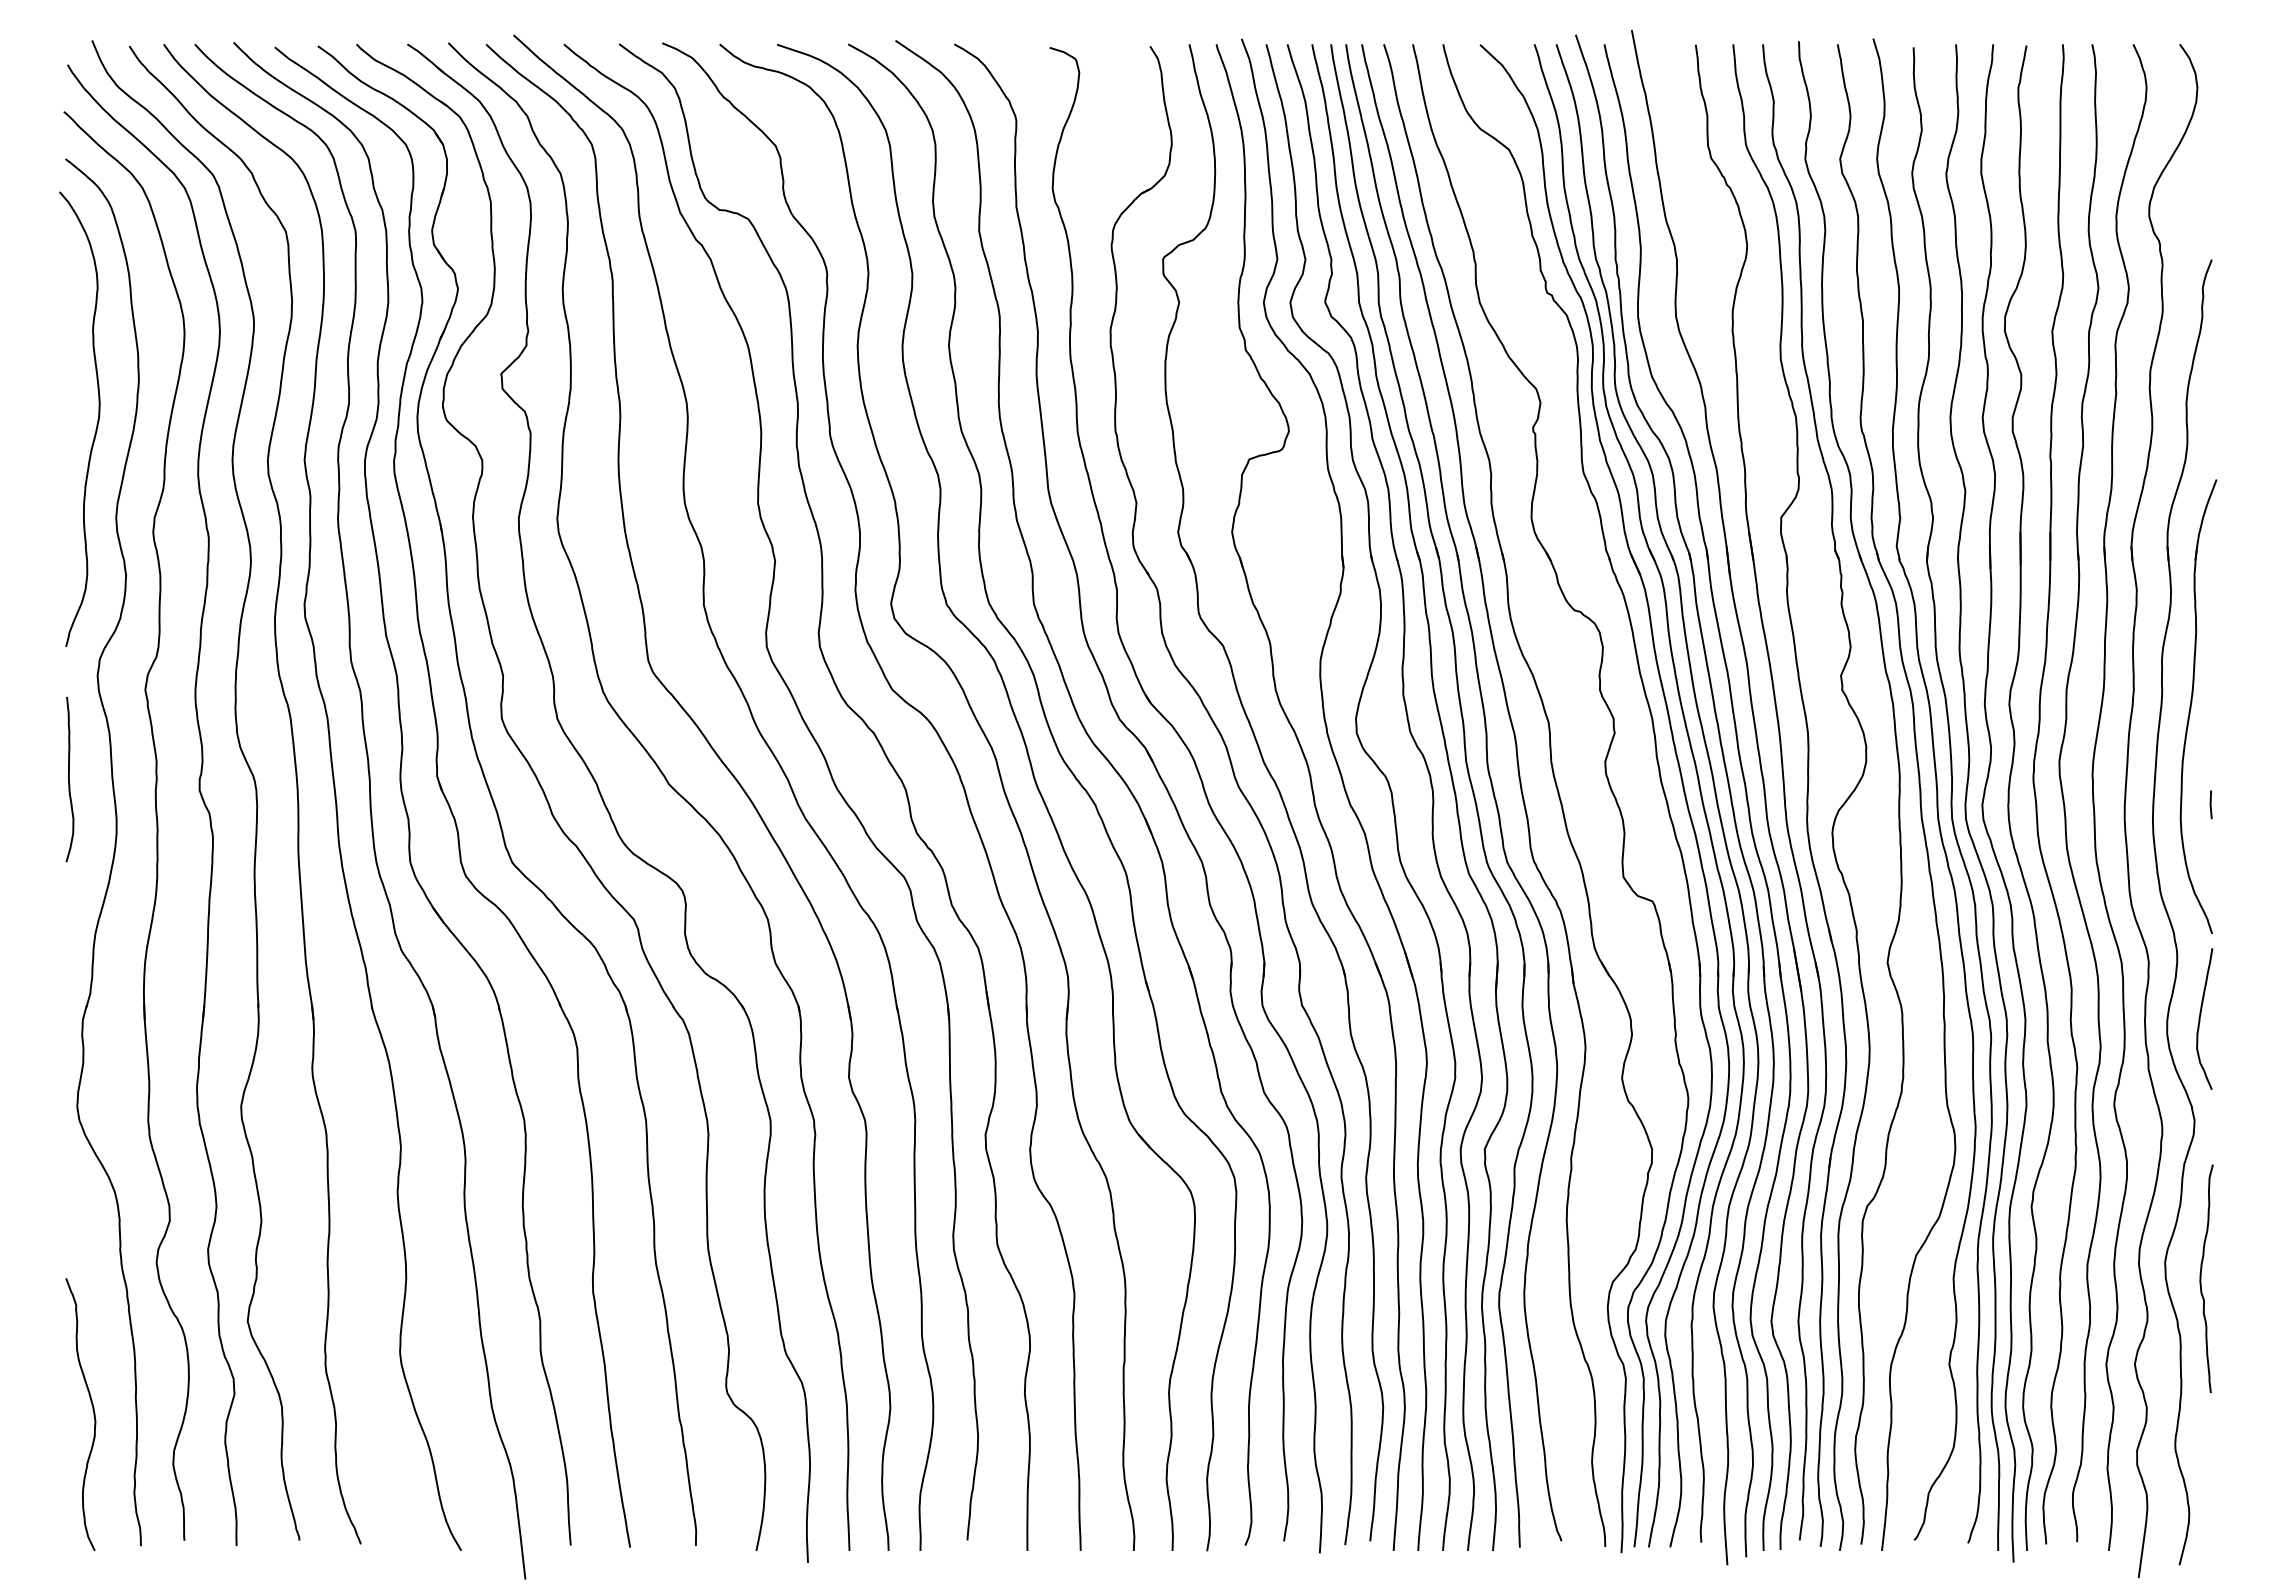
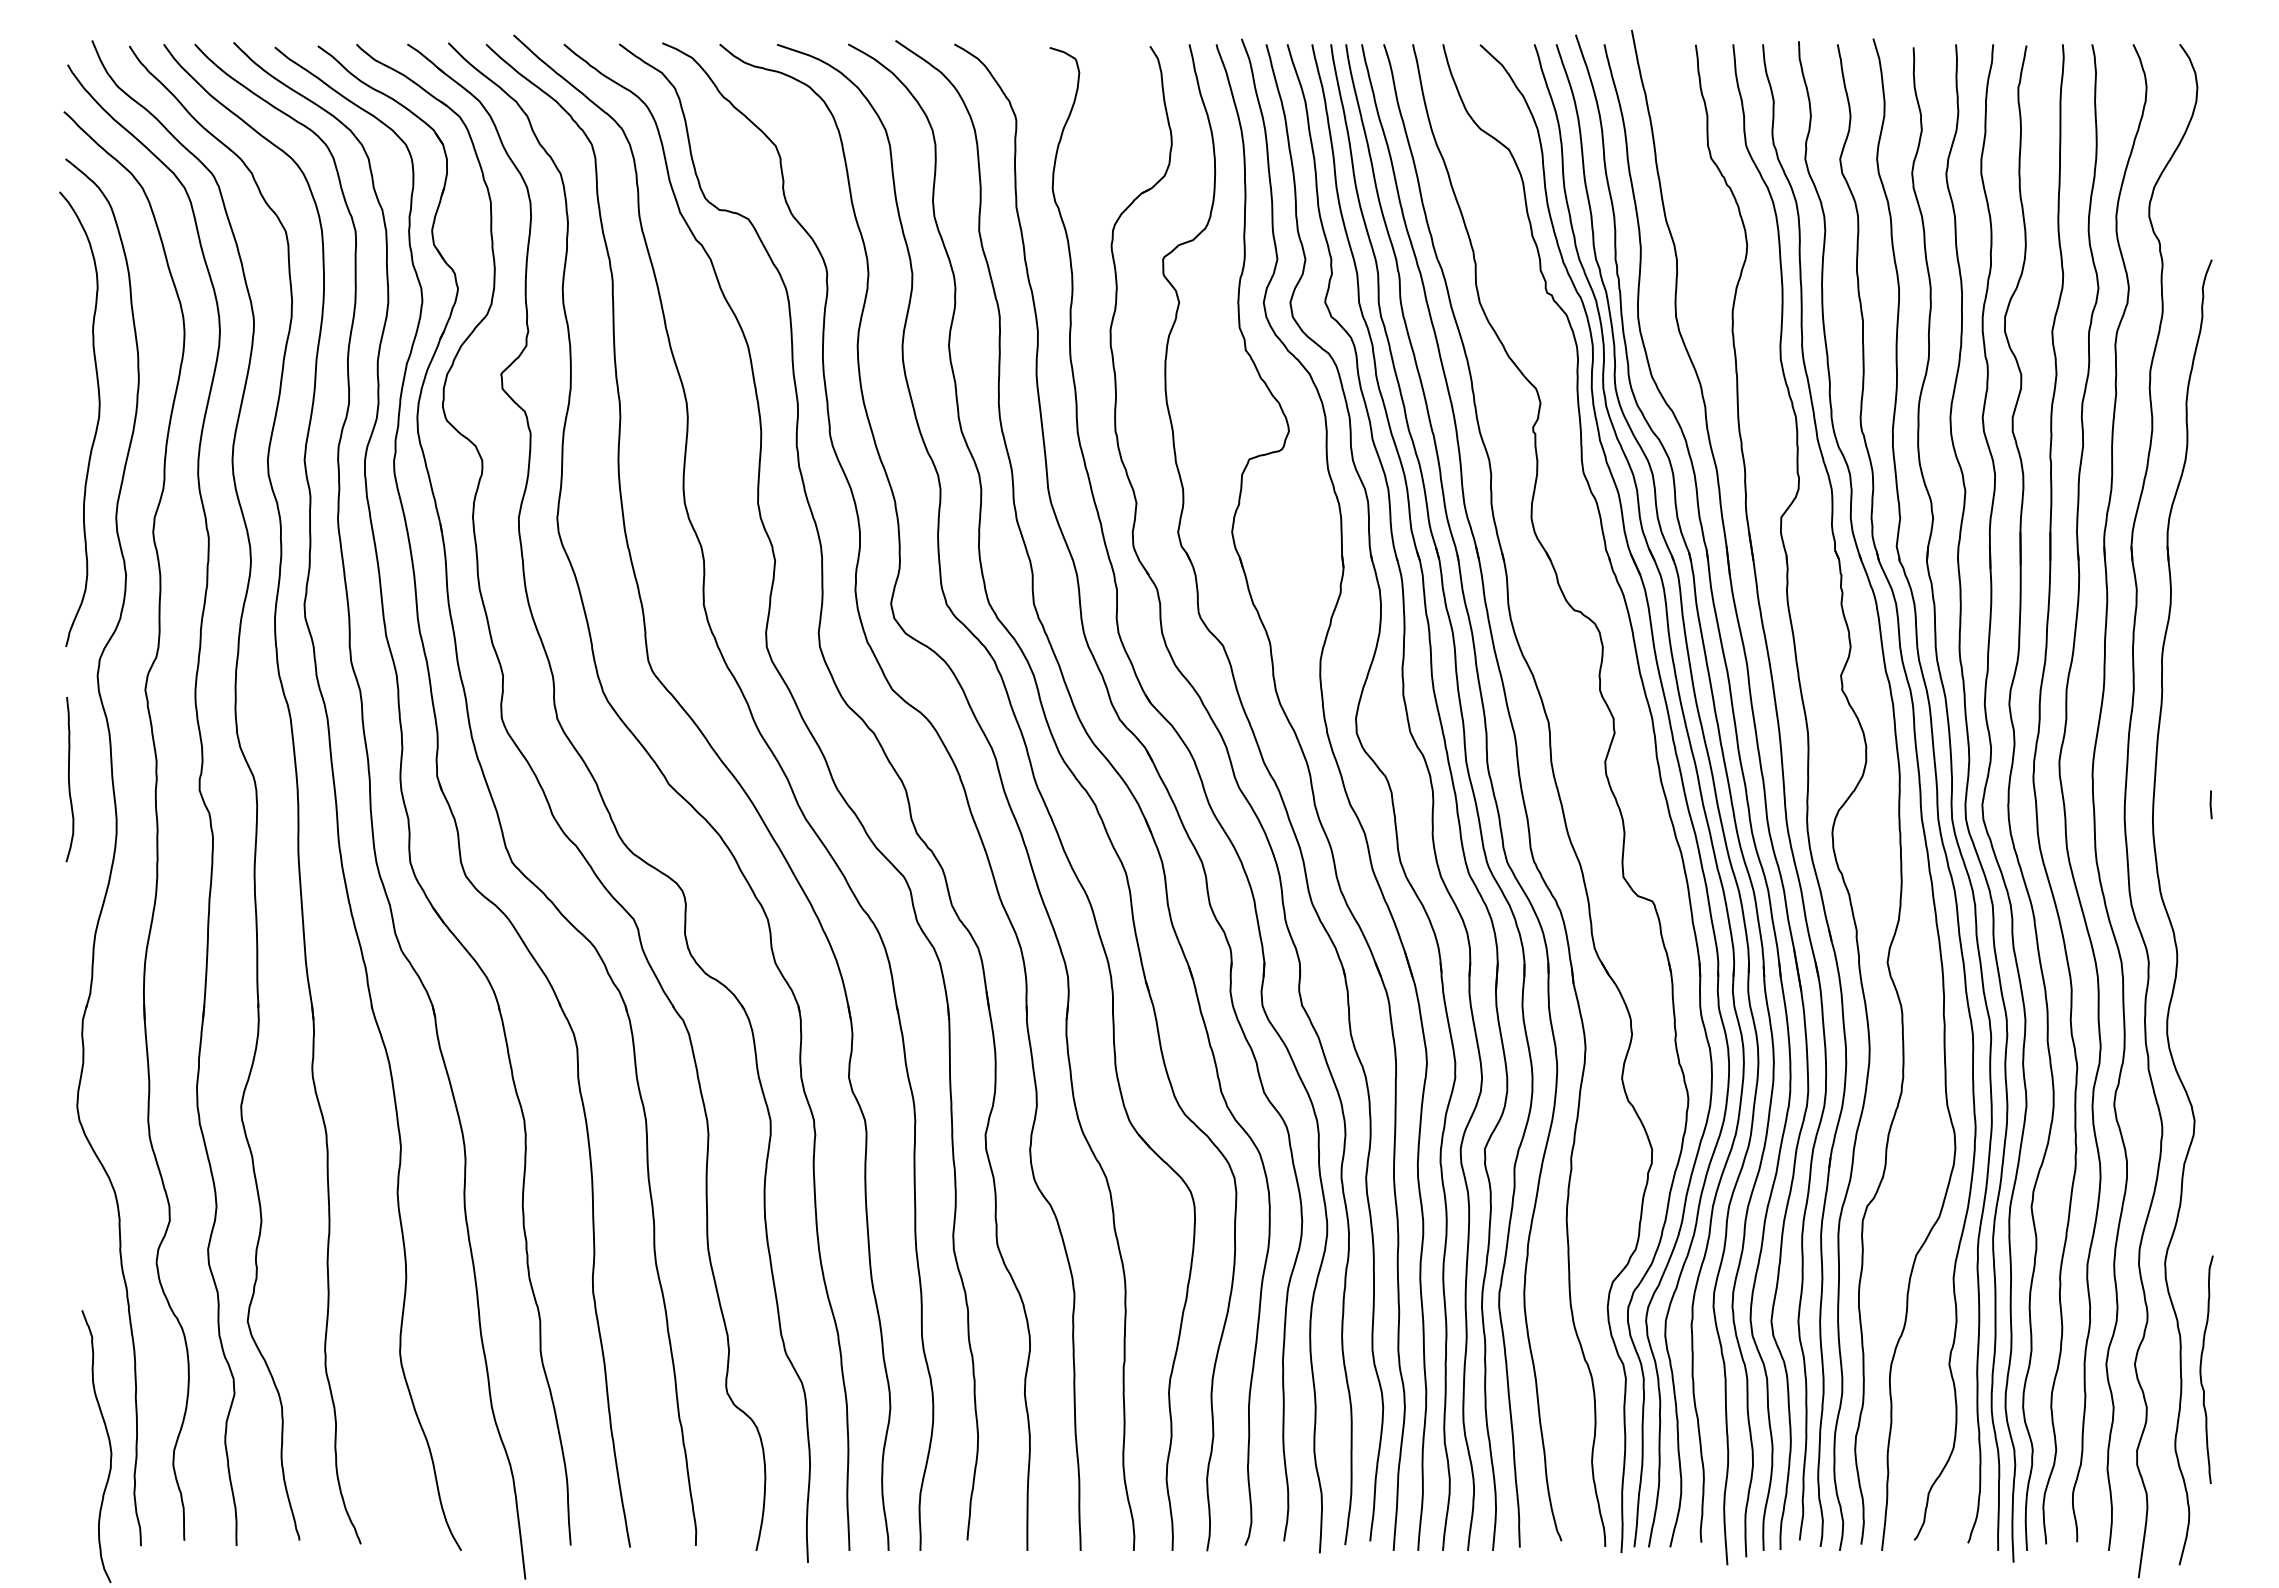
part at (2191, 706): present -> none
curve at (2200, 1018): present -> none
curve at (2201, 1278) position: (2201, 1278) -> (2201, 1369)
curve at (92, 1410) position: (92, 1410) -> (108, 1442)
